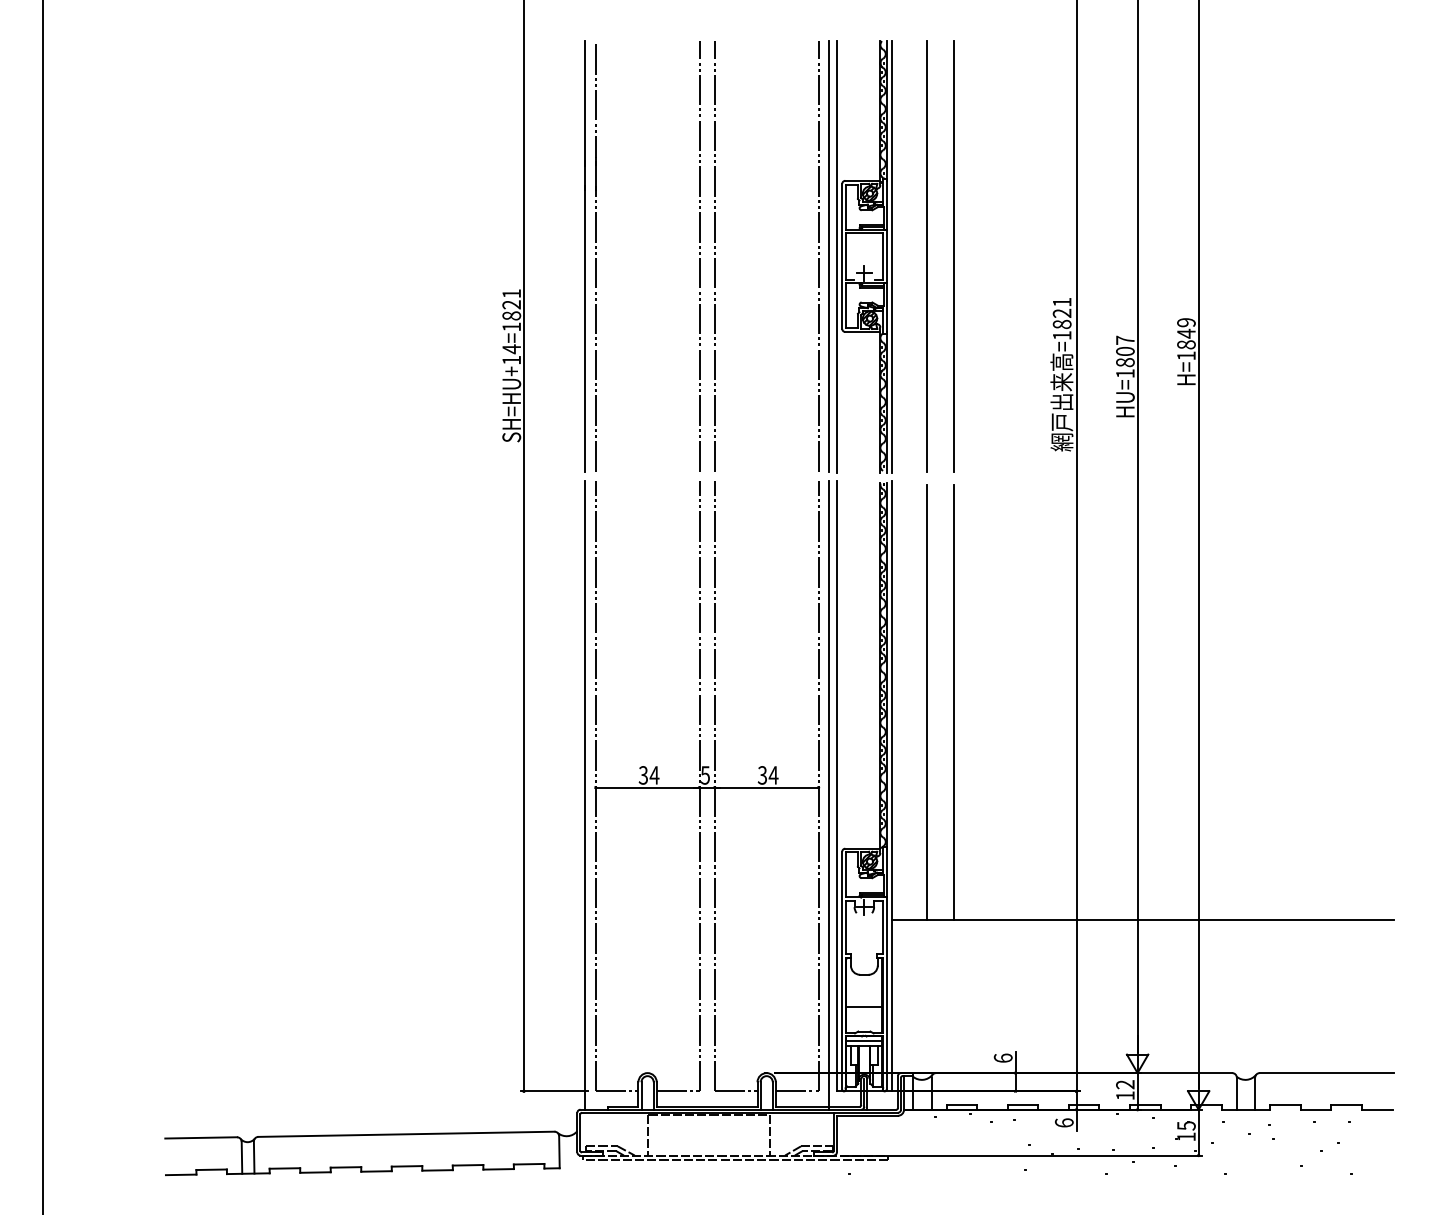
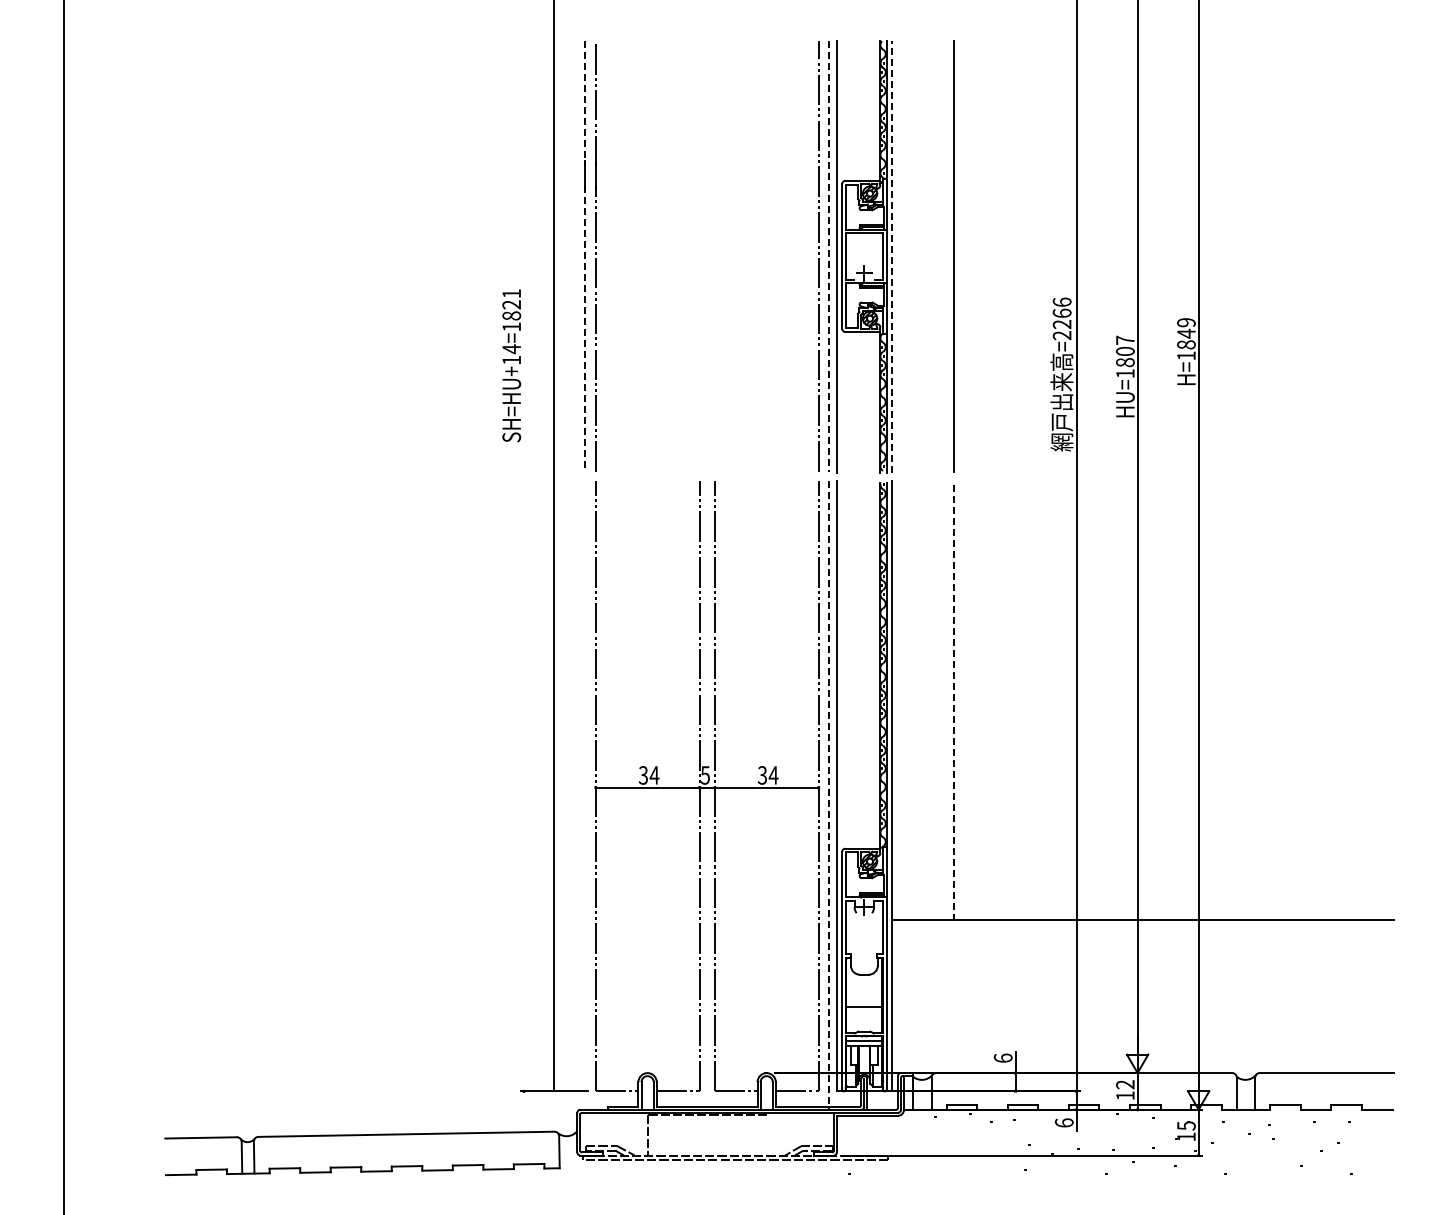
line at (585, 103): solid -> dashed
line at (699, 256): present -> none
line at (714, 256): present -> none
line at (829, 256): solid -> dashed
line at (926, 256): present -> none
line at (891, 257): solid -> dashed
text at (1061, 318): =1821 -> =2266
line at (585, 328): solid -> dashed
line at (523, 546) position: (523, 546) -> (553, 546)
line at (43, 606) position: (43, 606) -> (64, 606)
line at (926, 702): present -> none
line at (954, 702): solid -> dashed
line at (585, 794): present -> none
line at (829, 795): solid -> dashed
line at (770, 1134): present -> none
